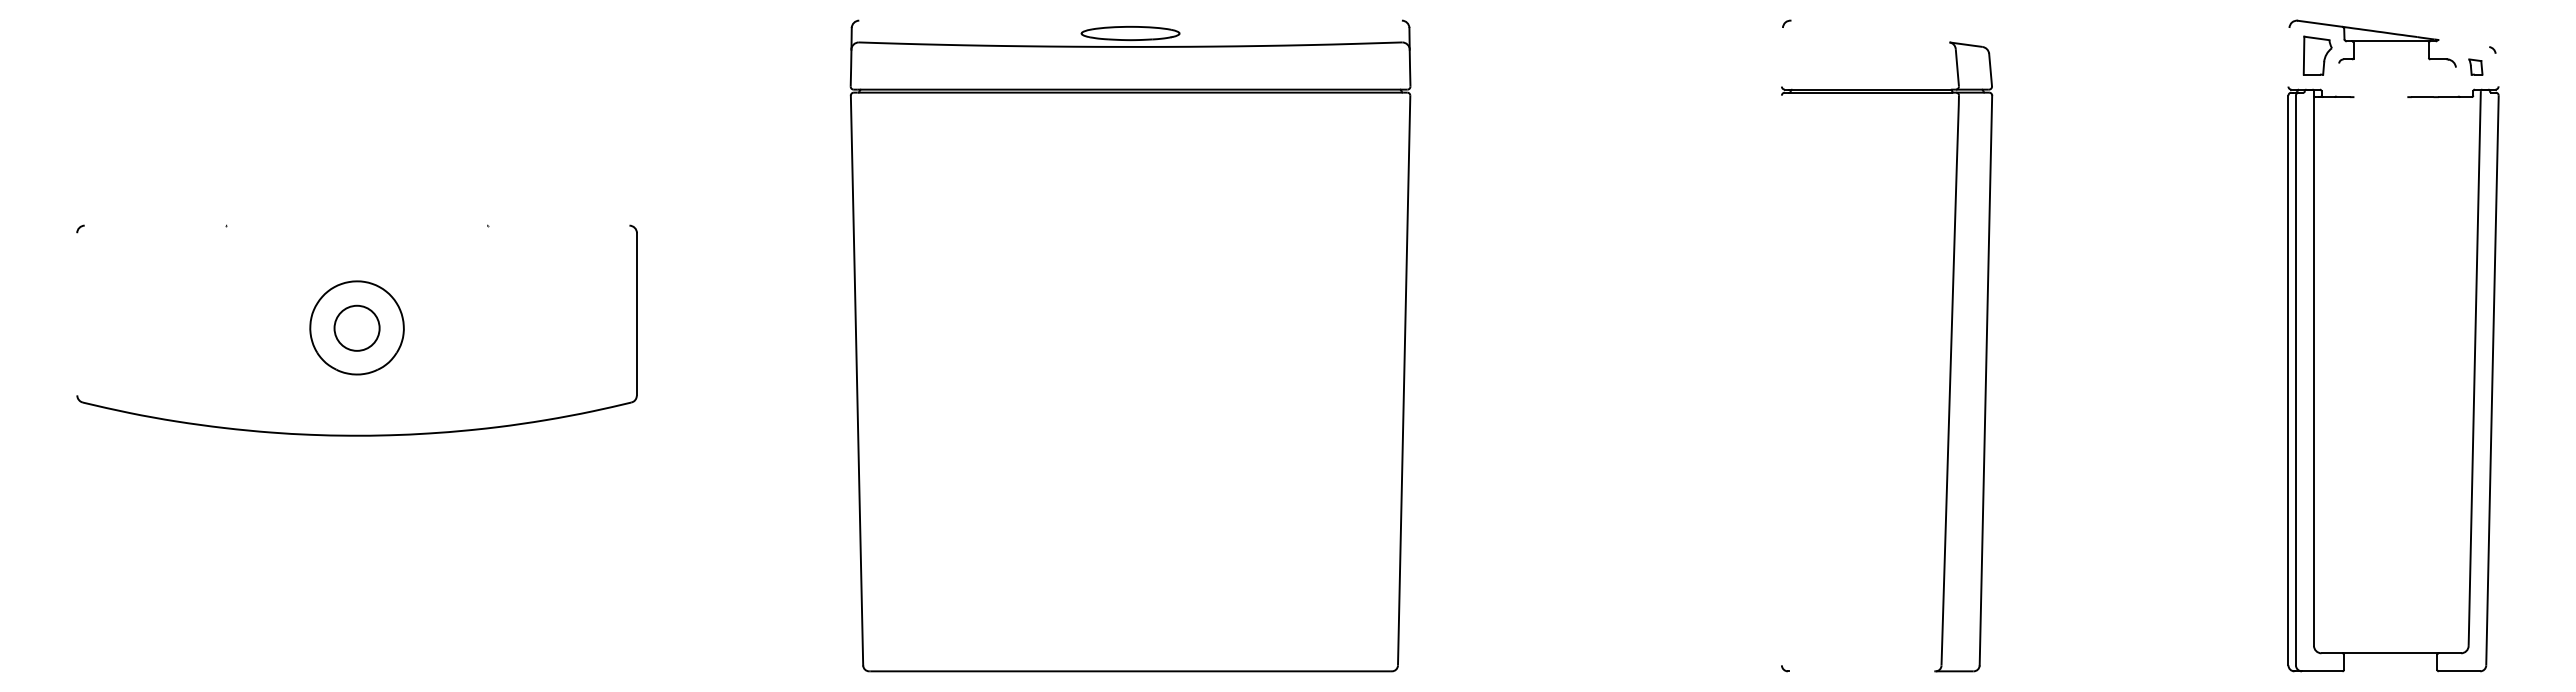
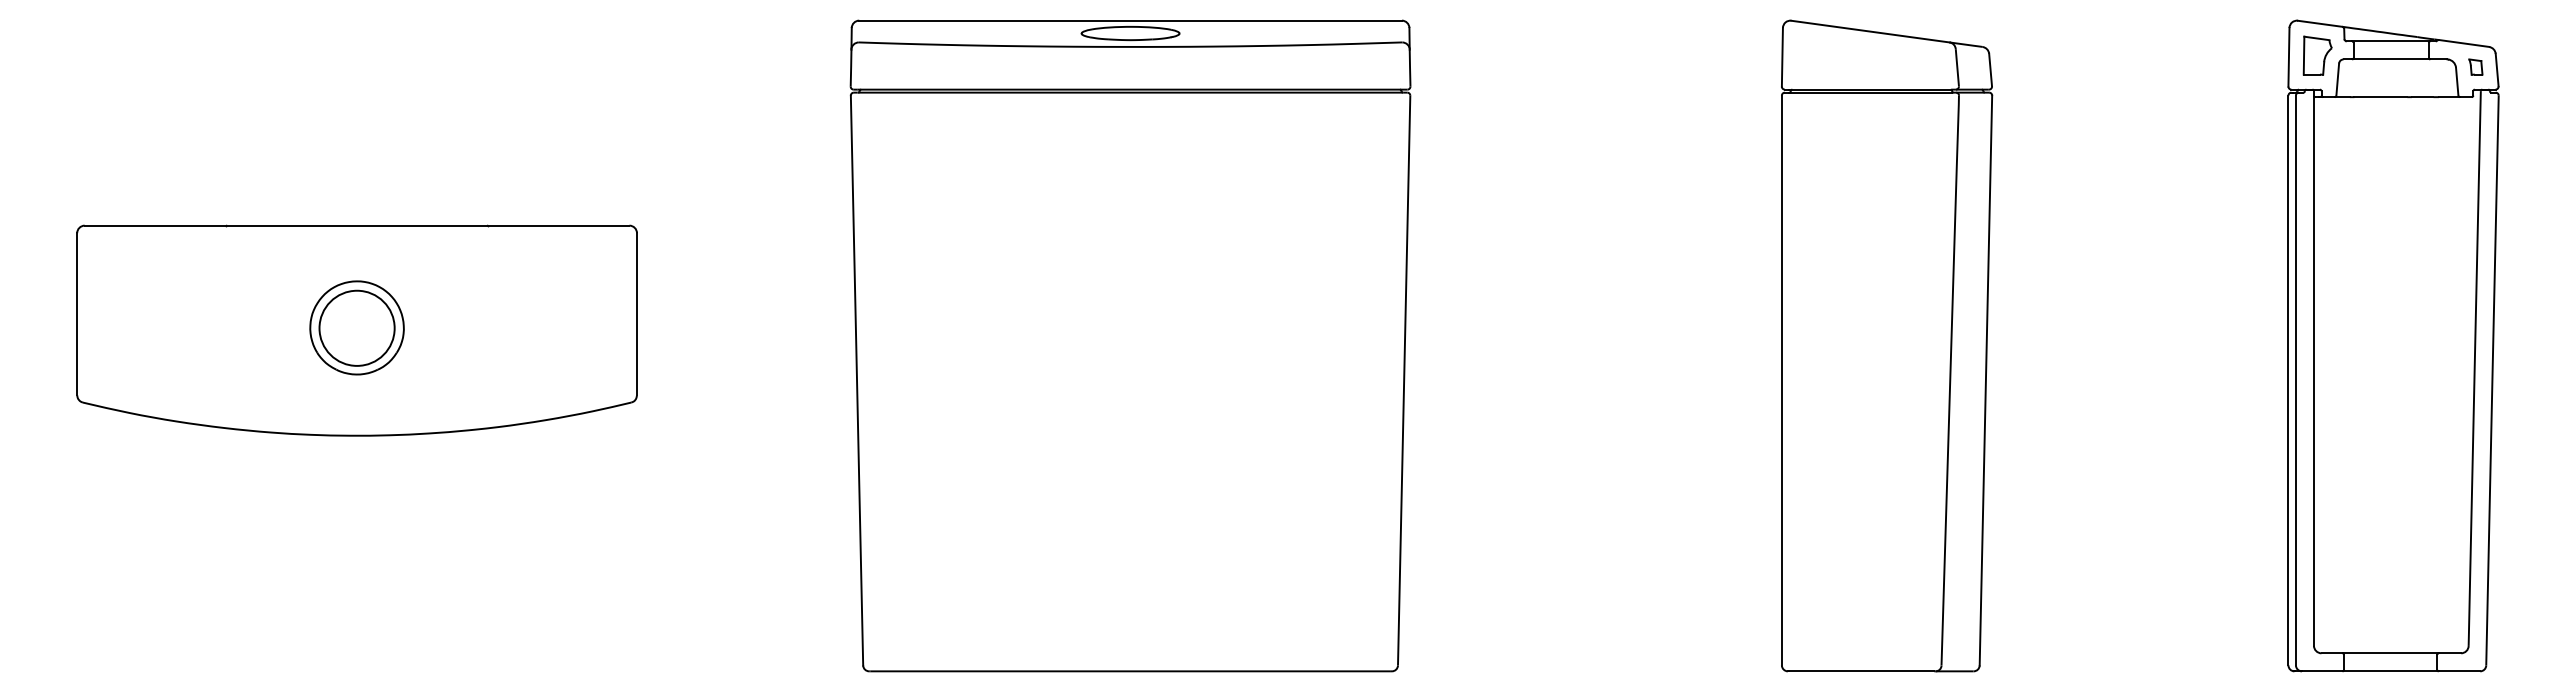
line at (1130, 20): none -> present
line at (1870, 31): none -> present
line at (2464, 43): none -> present
line at (1781, 57): none -> present
line at (2288, 57): none -> present
line at (2391, 59): none -> present
line at (2496, 69): none -> present
line at (2337, 79): none -> present
line at (2457, 81): none -> present
line at (2380, 97): none -> present
line at (356, 225): none -> present
line at (77, 314): none -> present
circle at (356, 327) diameter: 45 px -> 75 px
line at (1781, 380): none -> present
line at (1861, 671): none -> present
line at (2390, 671): none -> present
